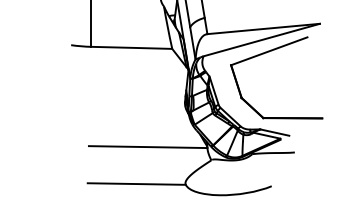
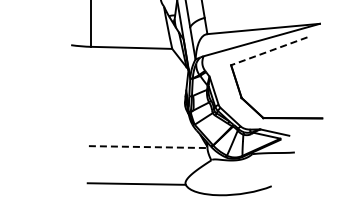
line at (269, 51): solid -> dashed
line at (148, 147): solid -> dashed
